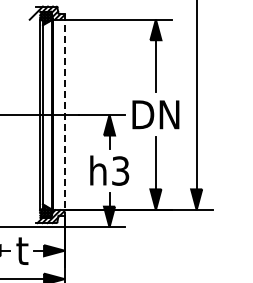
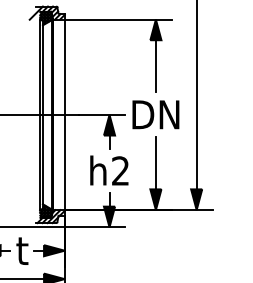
line at (64, 114): dashed -> solid
text at (120, 170): h3 -> h2
